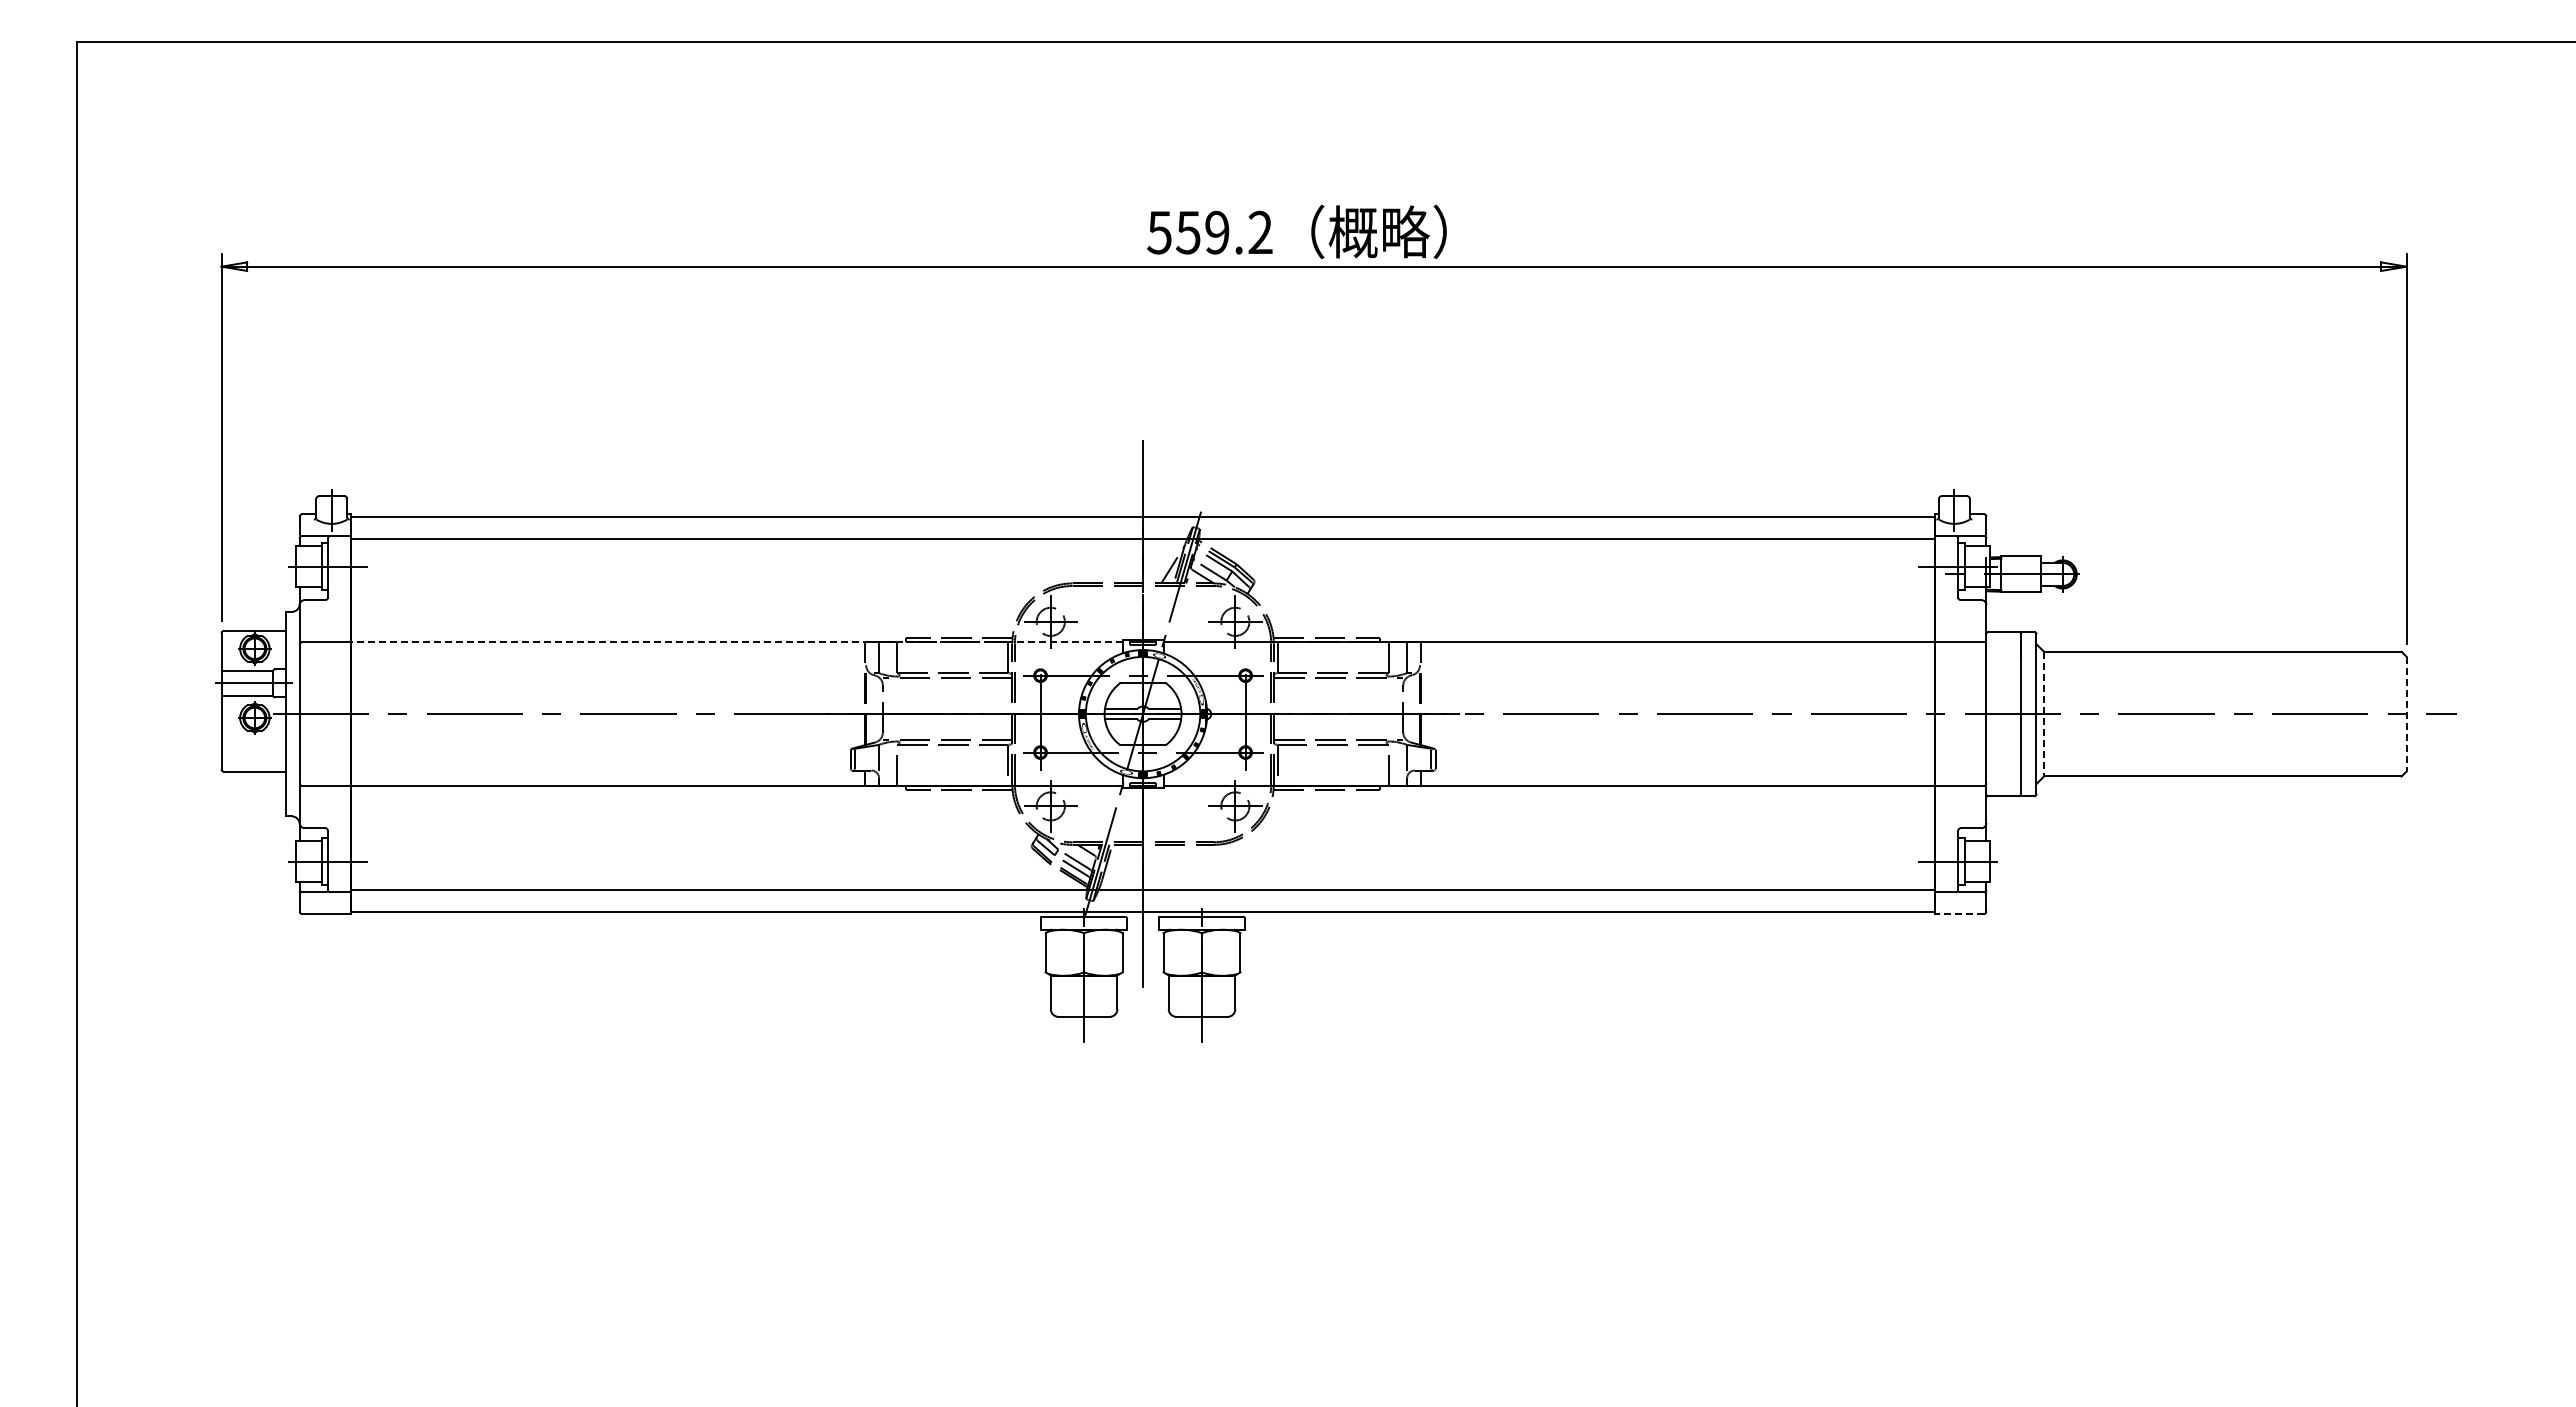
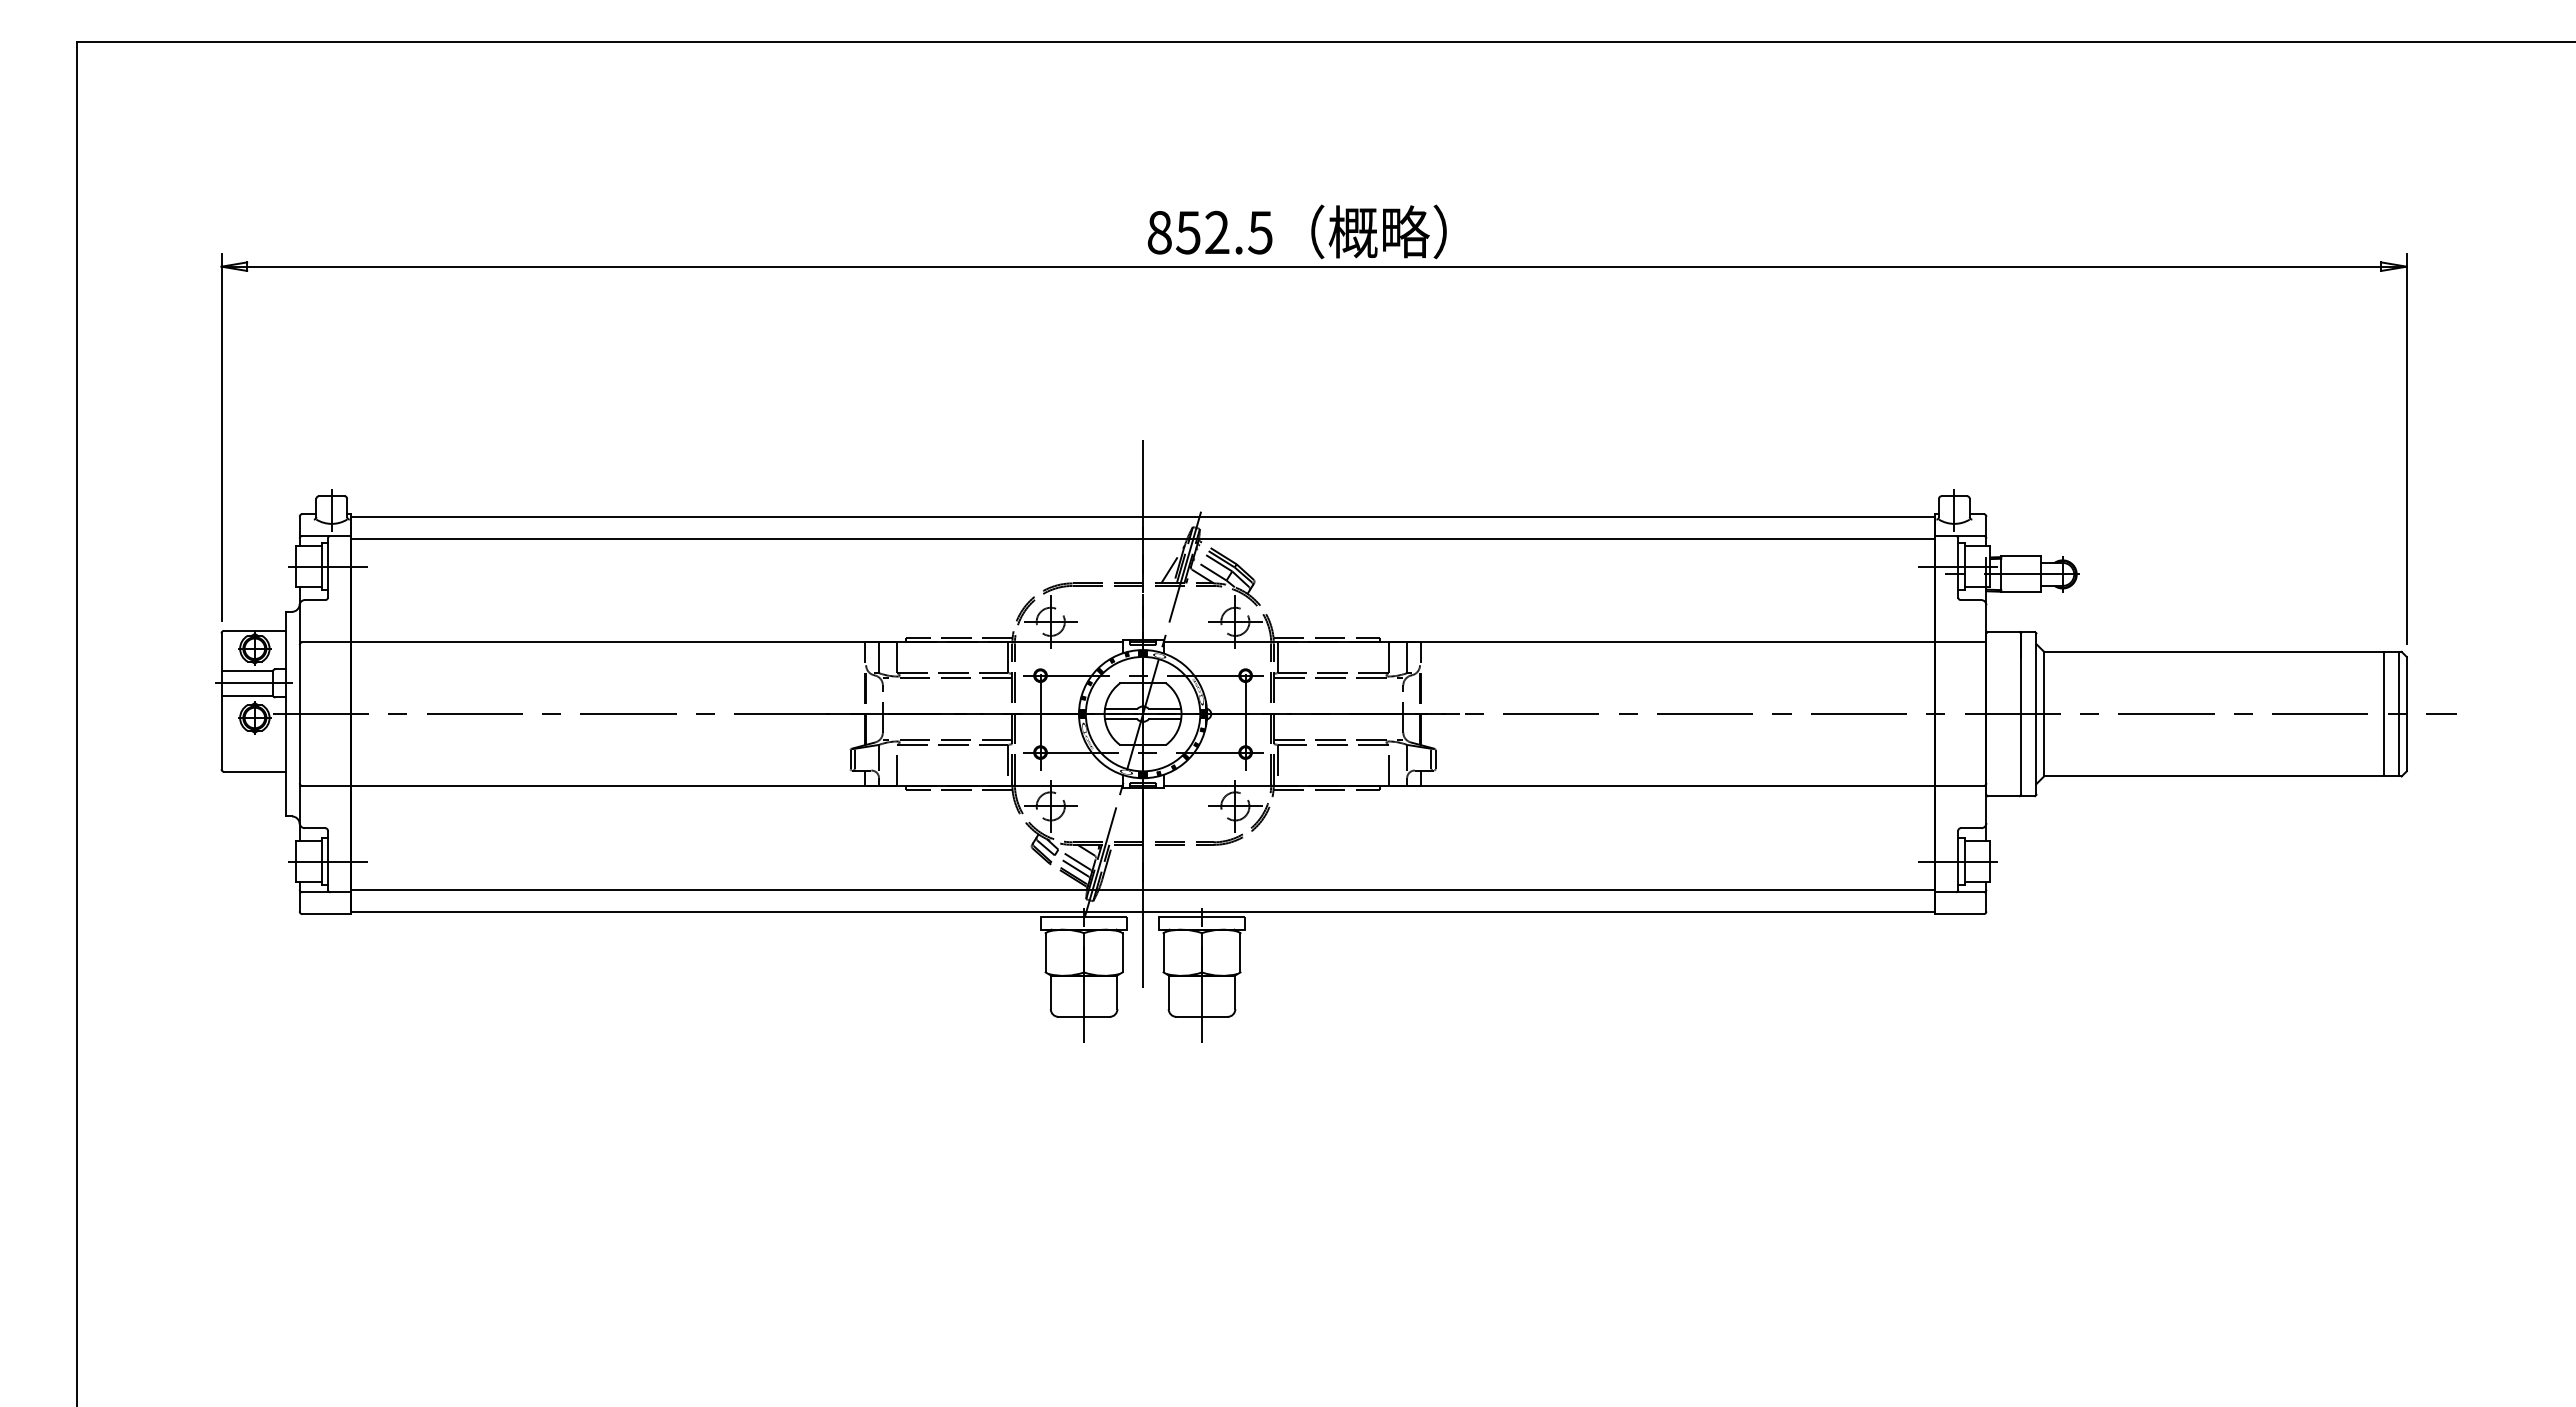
text at (1209, 232): 559.2 -> 852.5
line at (736, 642): dashed -> solid
line at (2383, 713): none -> present
line at (2399, 713): none -> present
line at (2044, 714): dashed -> solid
line at (2406, 714): dashed -> solid
line at (1959, 914): dashed -> solid
